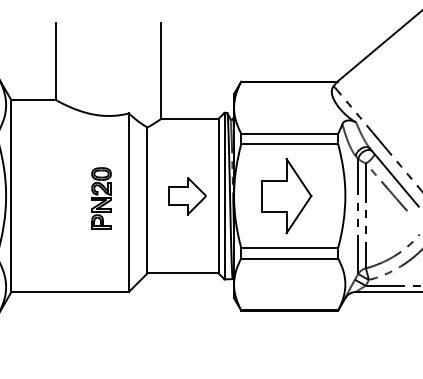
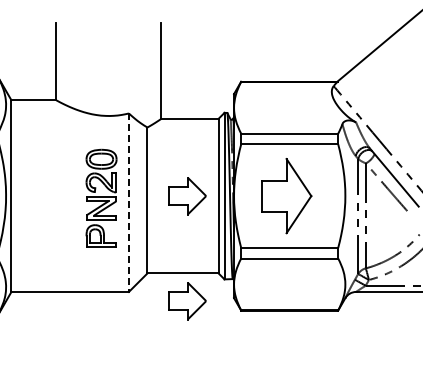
part at (101, 198) size: 21x63 px -> 33x100 px
line at (128, 203): solid -> dashed
part at (187, 301): none -> present
